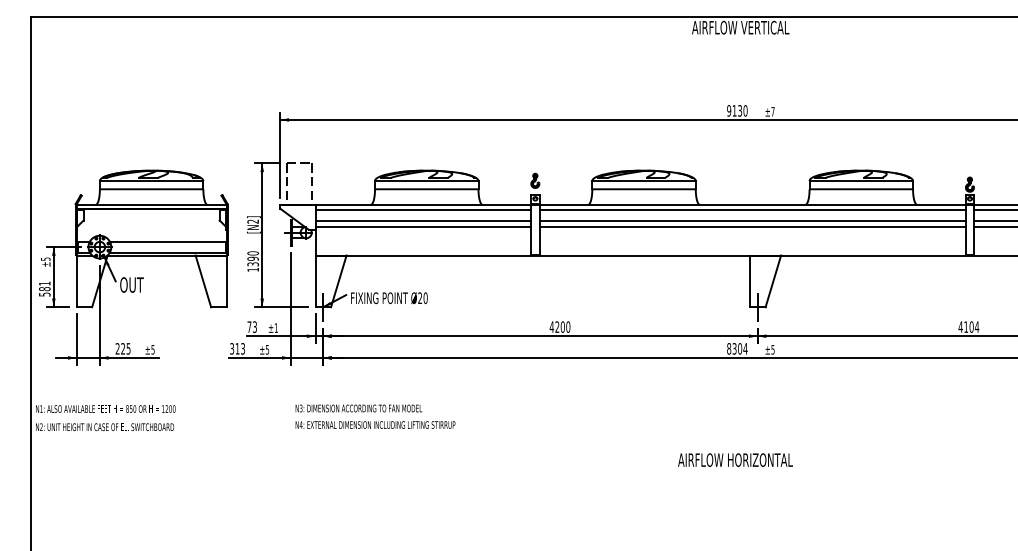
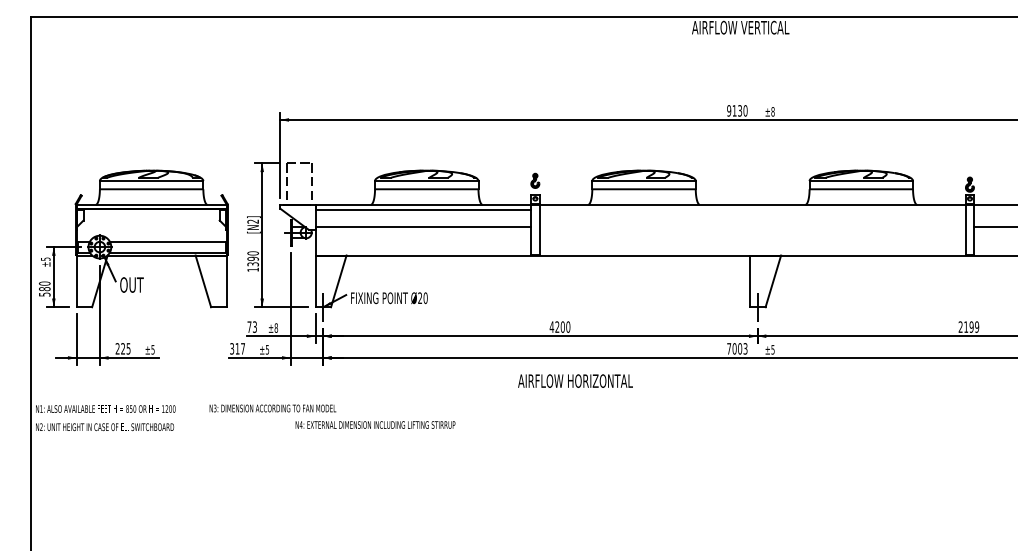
text at (772, 111): ±7 -> ±8
line at (752, 210): present -> none
line at (994, 210): present -> none
line at (423, 220): present -> none
line at (752, 220): present -> none
line at (994, 220): present -> none
line at (752, 227): present -> none
text at (44, 283): 581 -> 580
text at (968, 326): 4104 -> 2199
text at (276, 327): ±1 -> ±8
text at (243, 348): 313 -> 317
text at (737, 348): 8304 -> 7003
text at (358, 408) position: (358, 408) -> (272, 408)
text at (735, 459) position: (735, 459) -> (575, 380)
